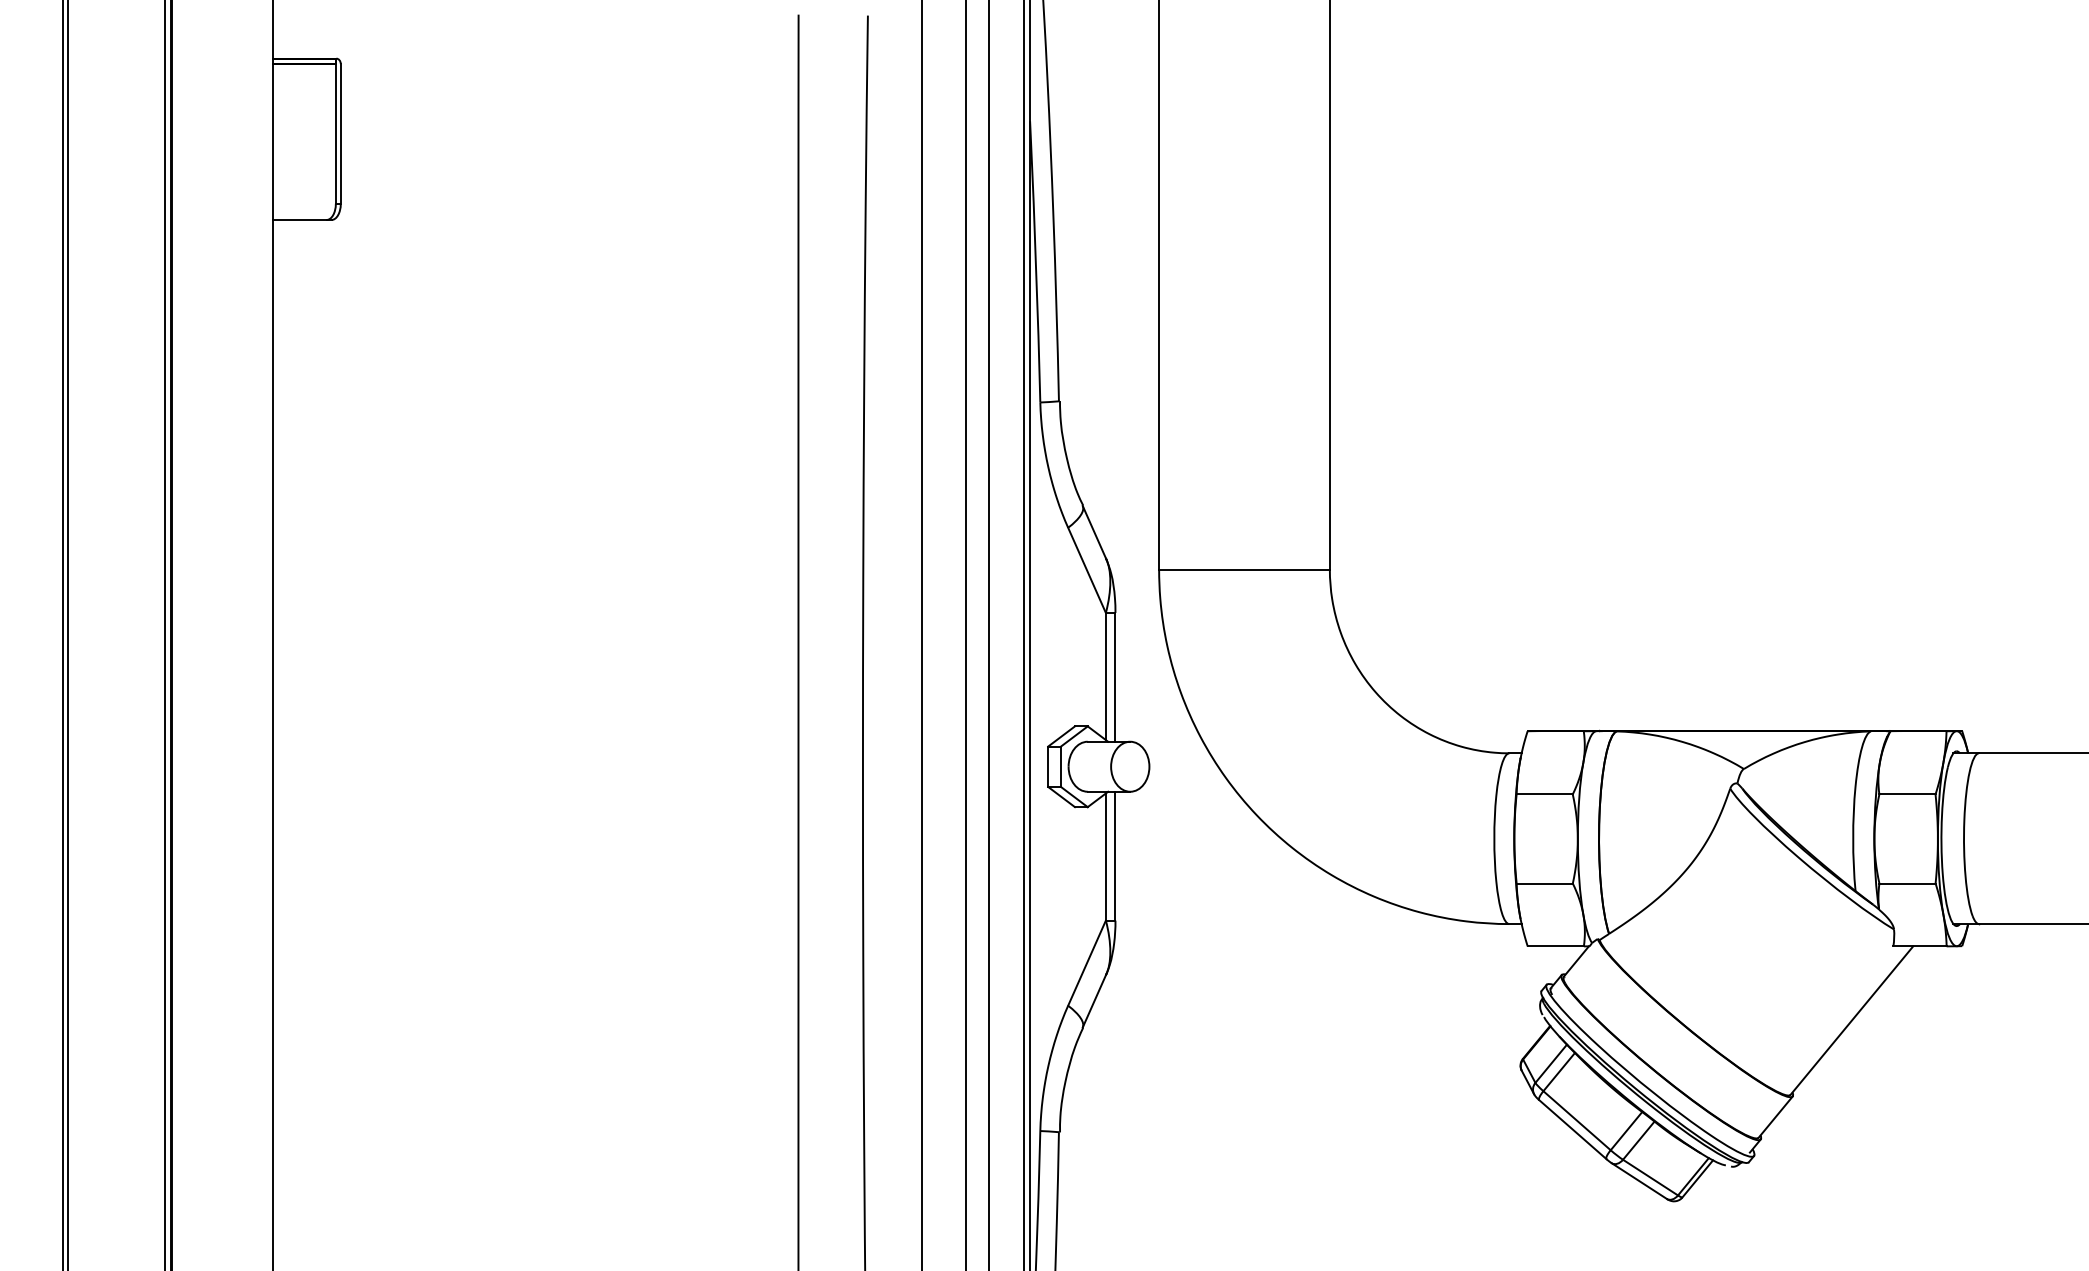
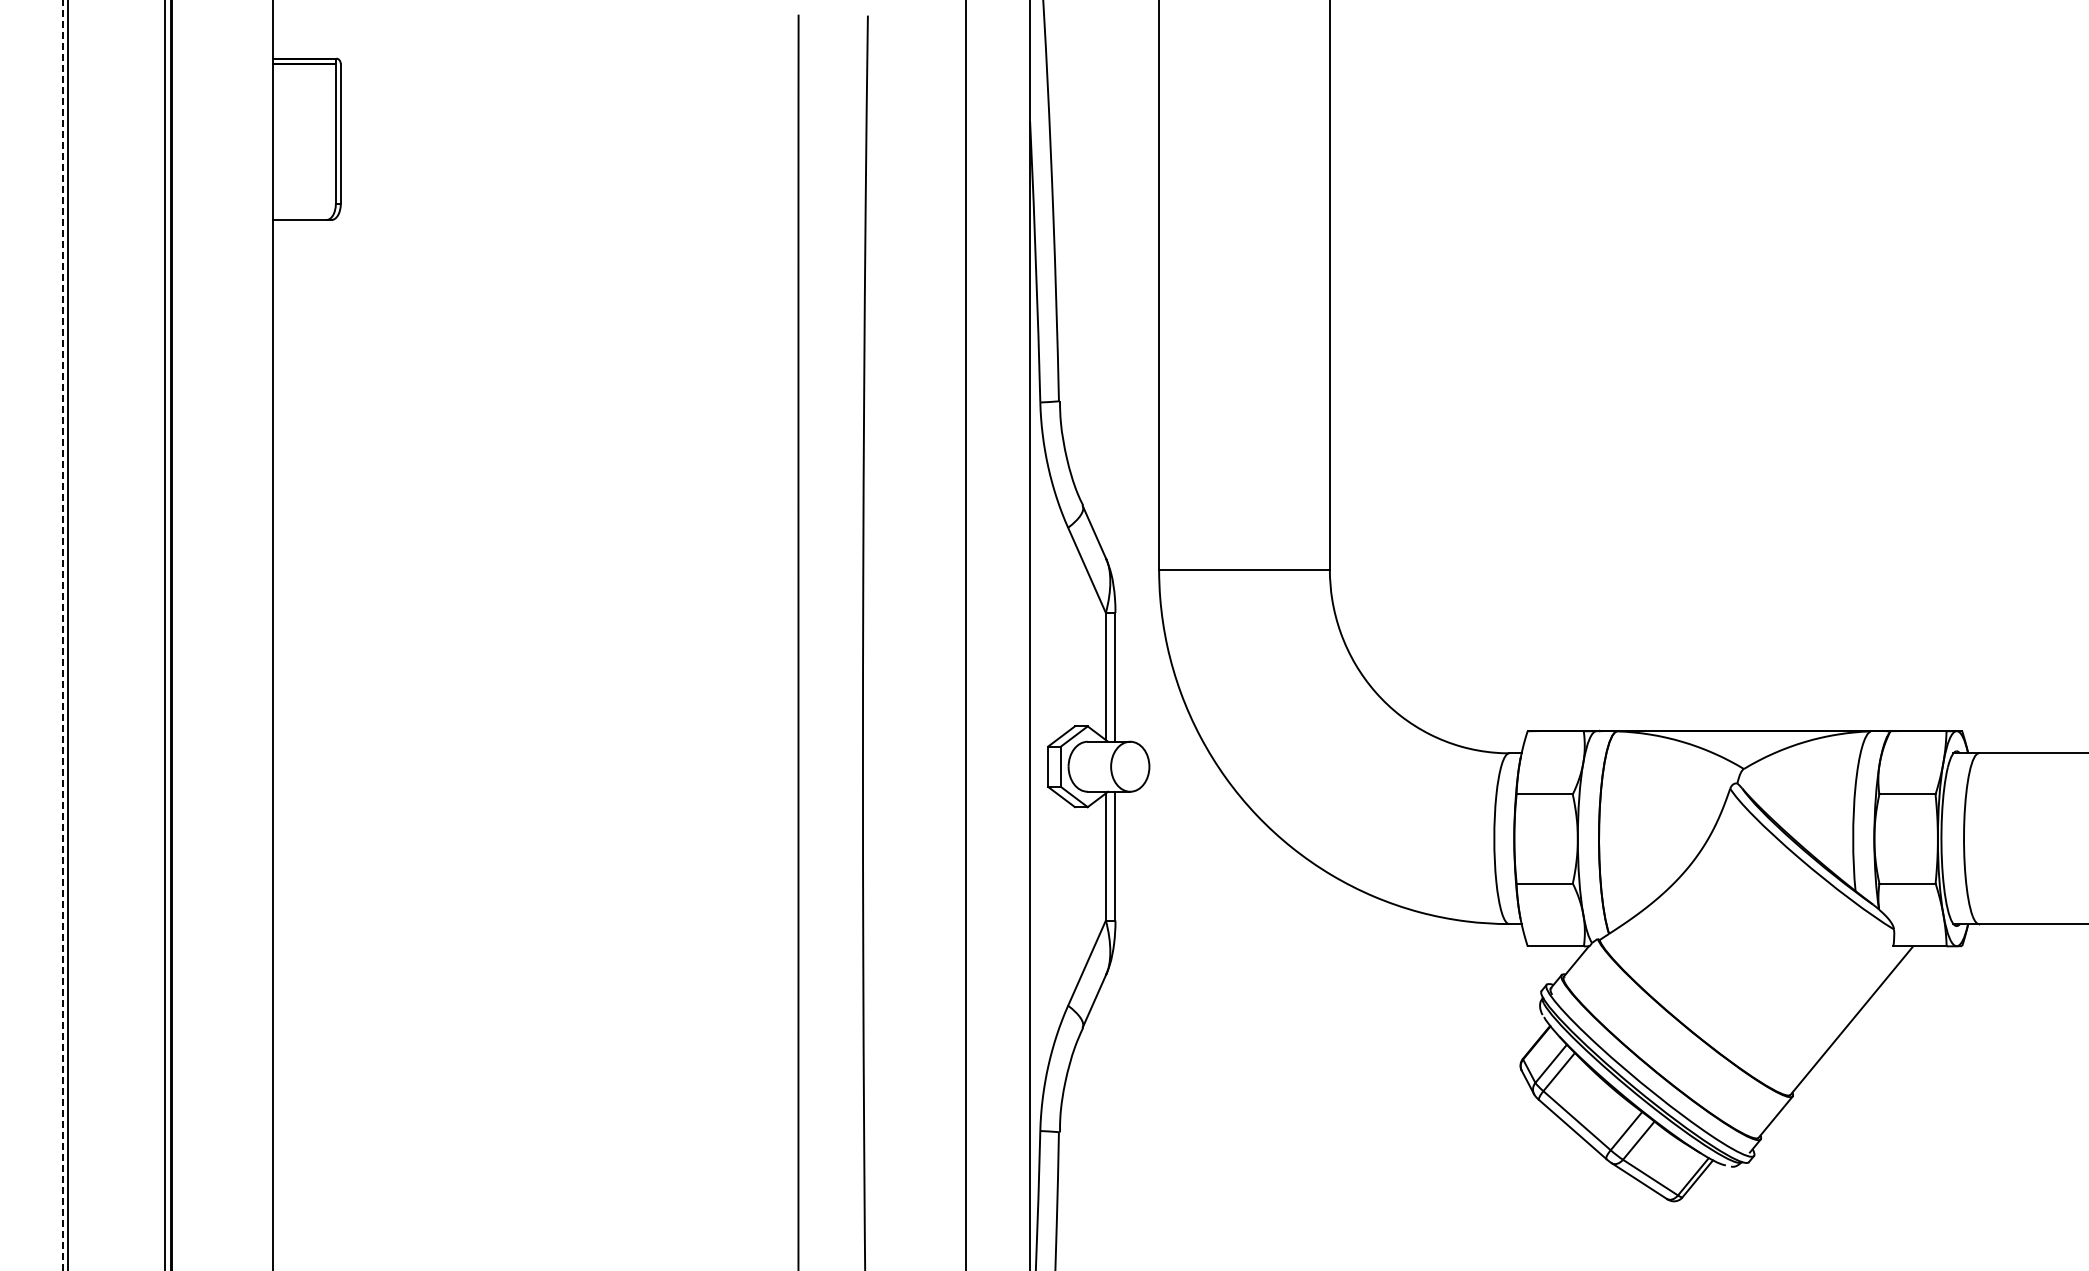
line at (921, 634): present -> none
line at (989, 634): present -> none
line at (1024, 634): present -> none
line at (62, 635): solid -> dashed
